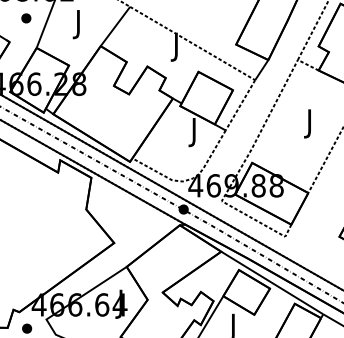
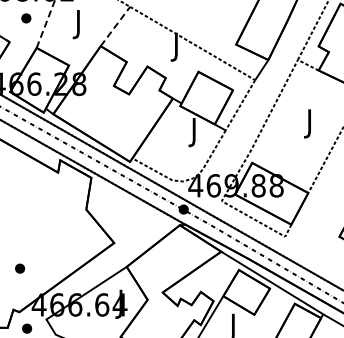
line at (46, 23): solid -> dashed
line at (115, 26): solid -> dashed
part at (20, 268): none -> present
